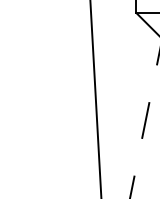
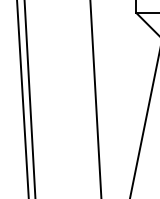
line at (22, 98): none -> present
line at (29, 98): none -> present
line at (145, 124): dashed -> solid
